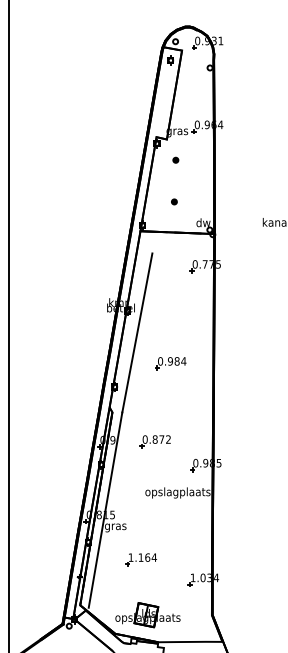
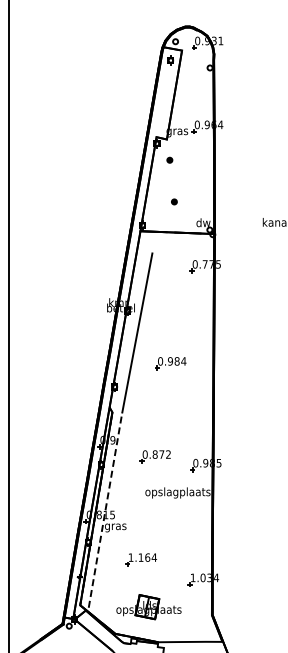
part at (175, 159) position: (175, 159) -> (169, 159)
part at (154, 441) position: (154, 441) -> (154, 456)
line at (105, 509): solid -> dashed
part at (147, 615) position: (147, 615) -> (148, 607)
